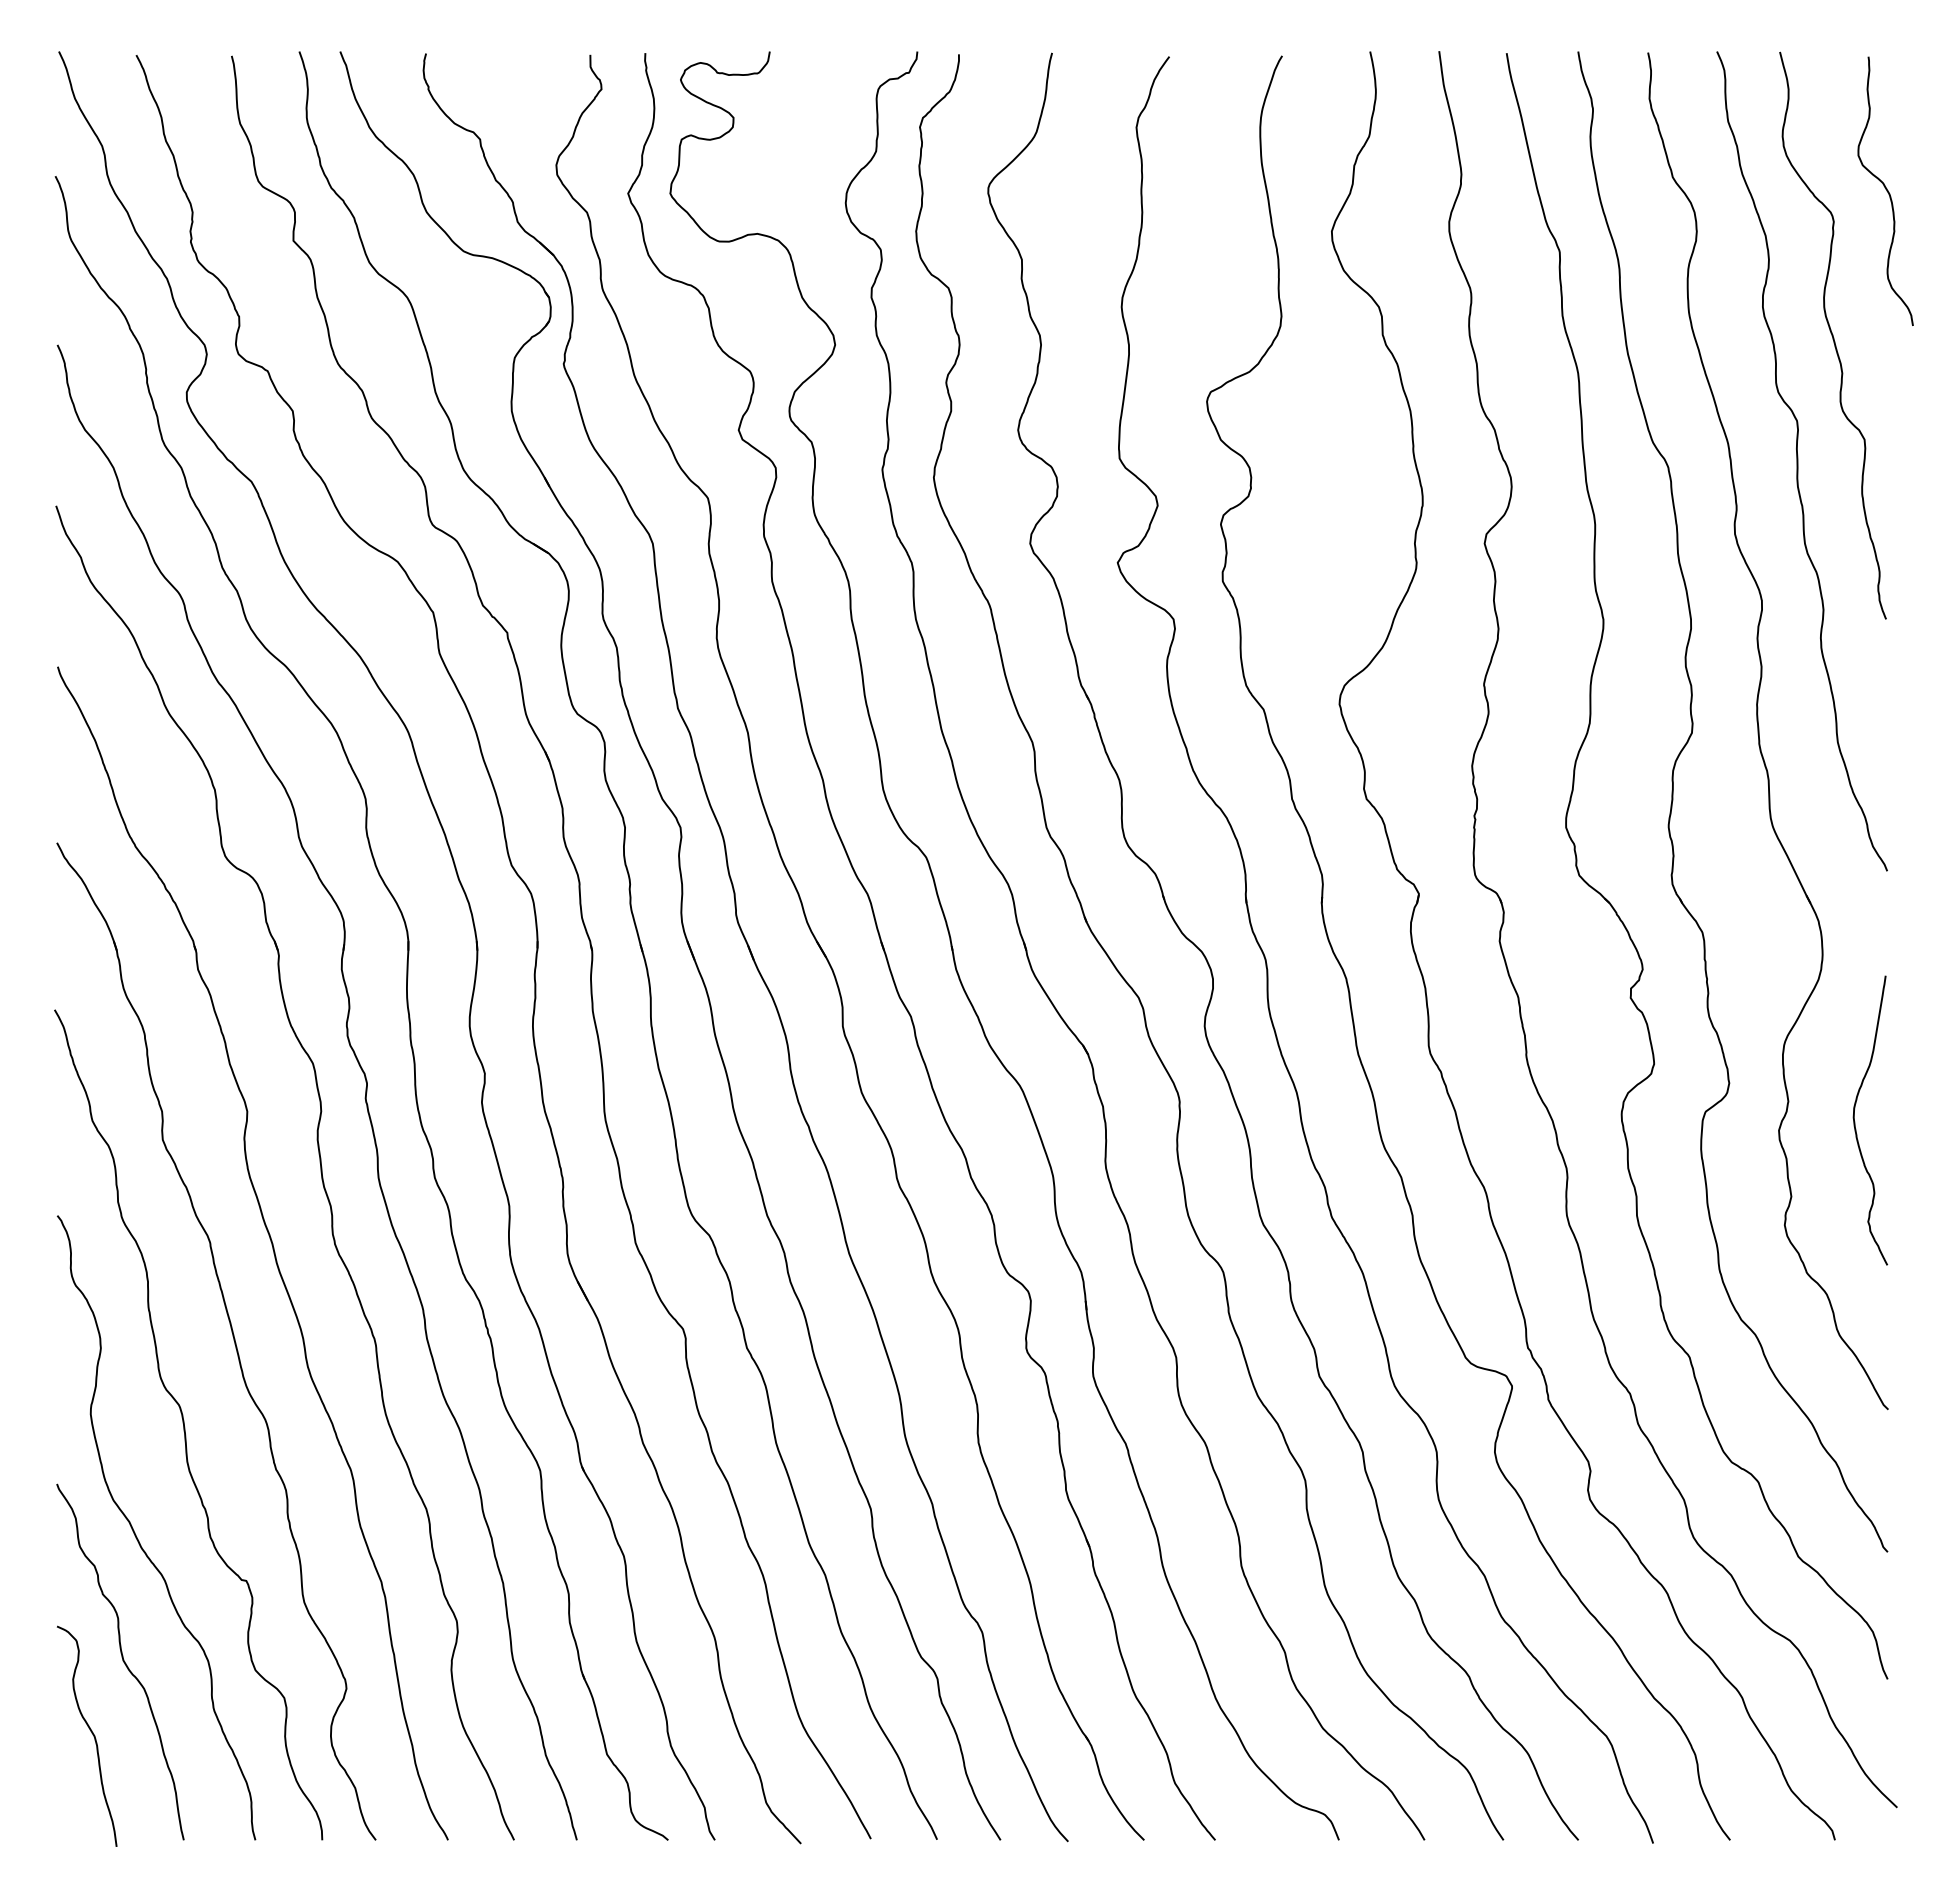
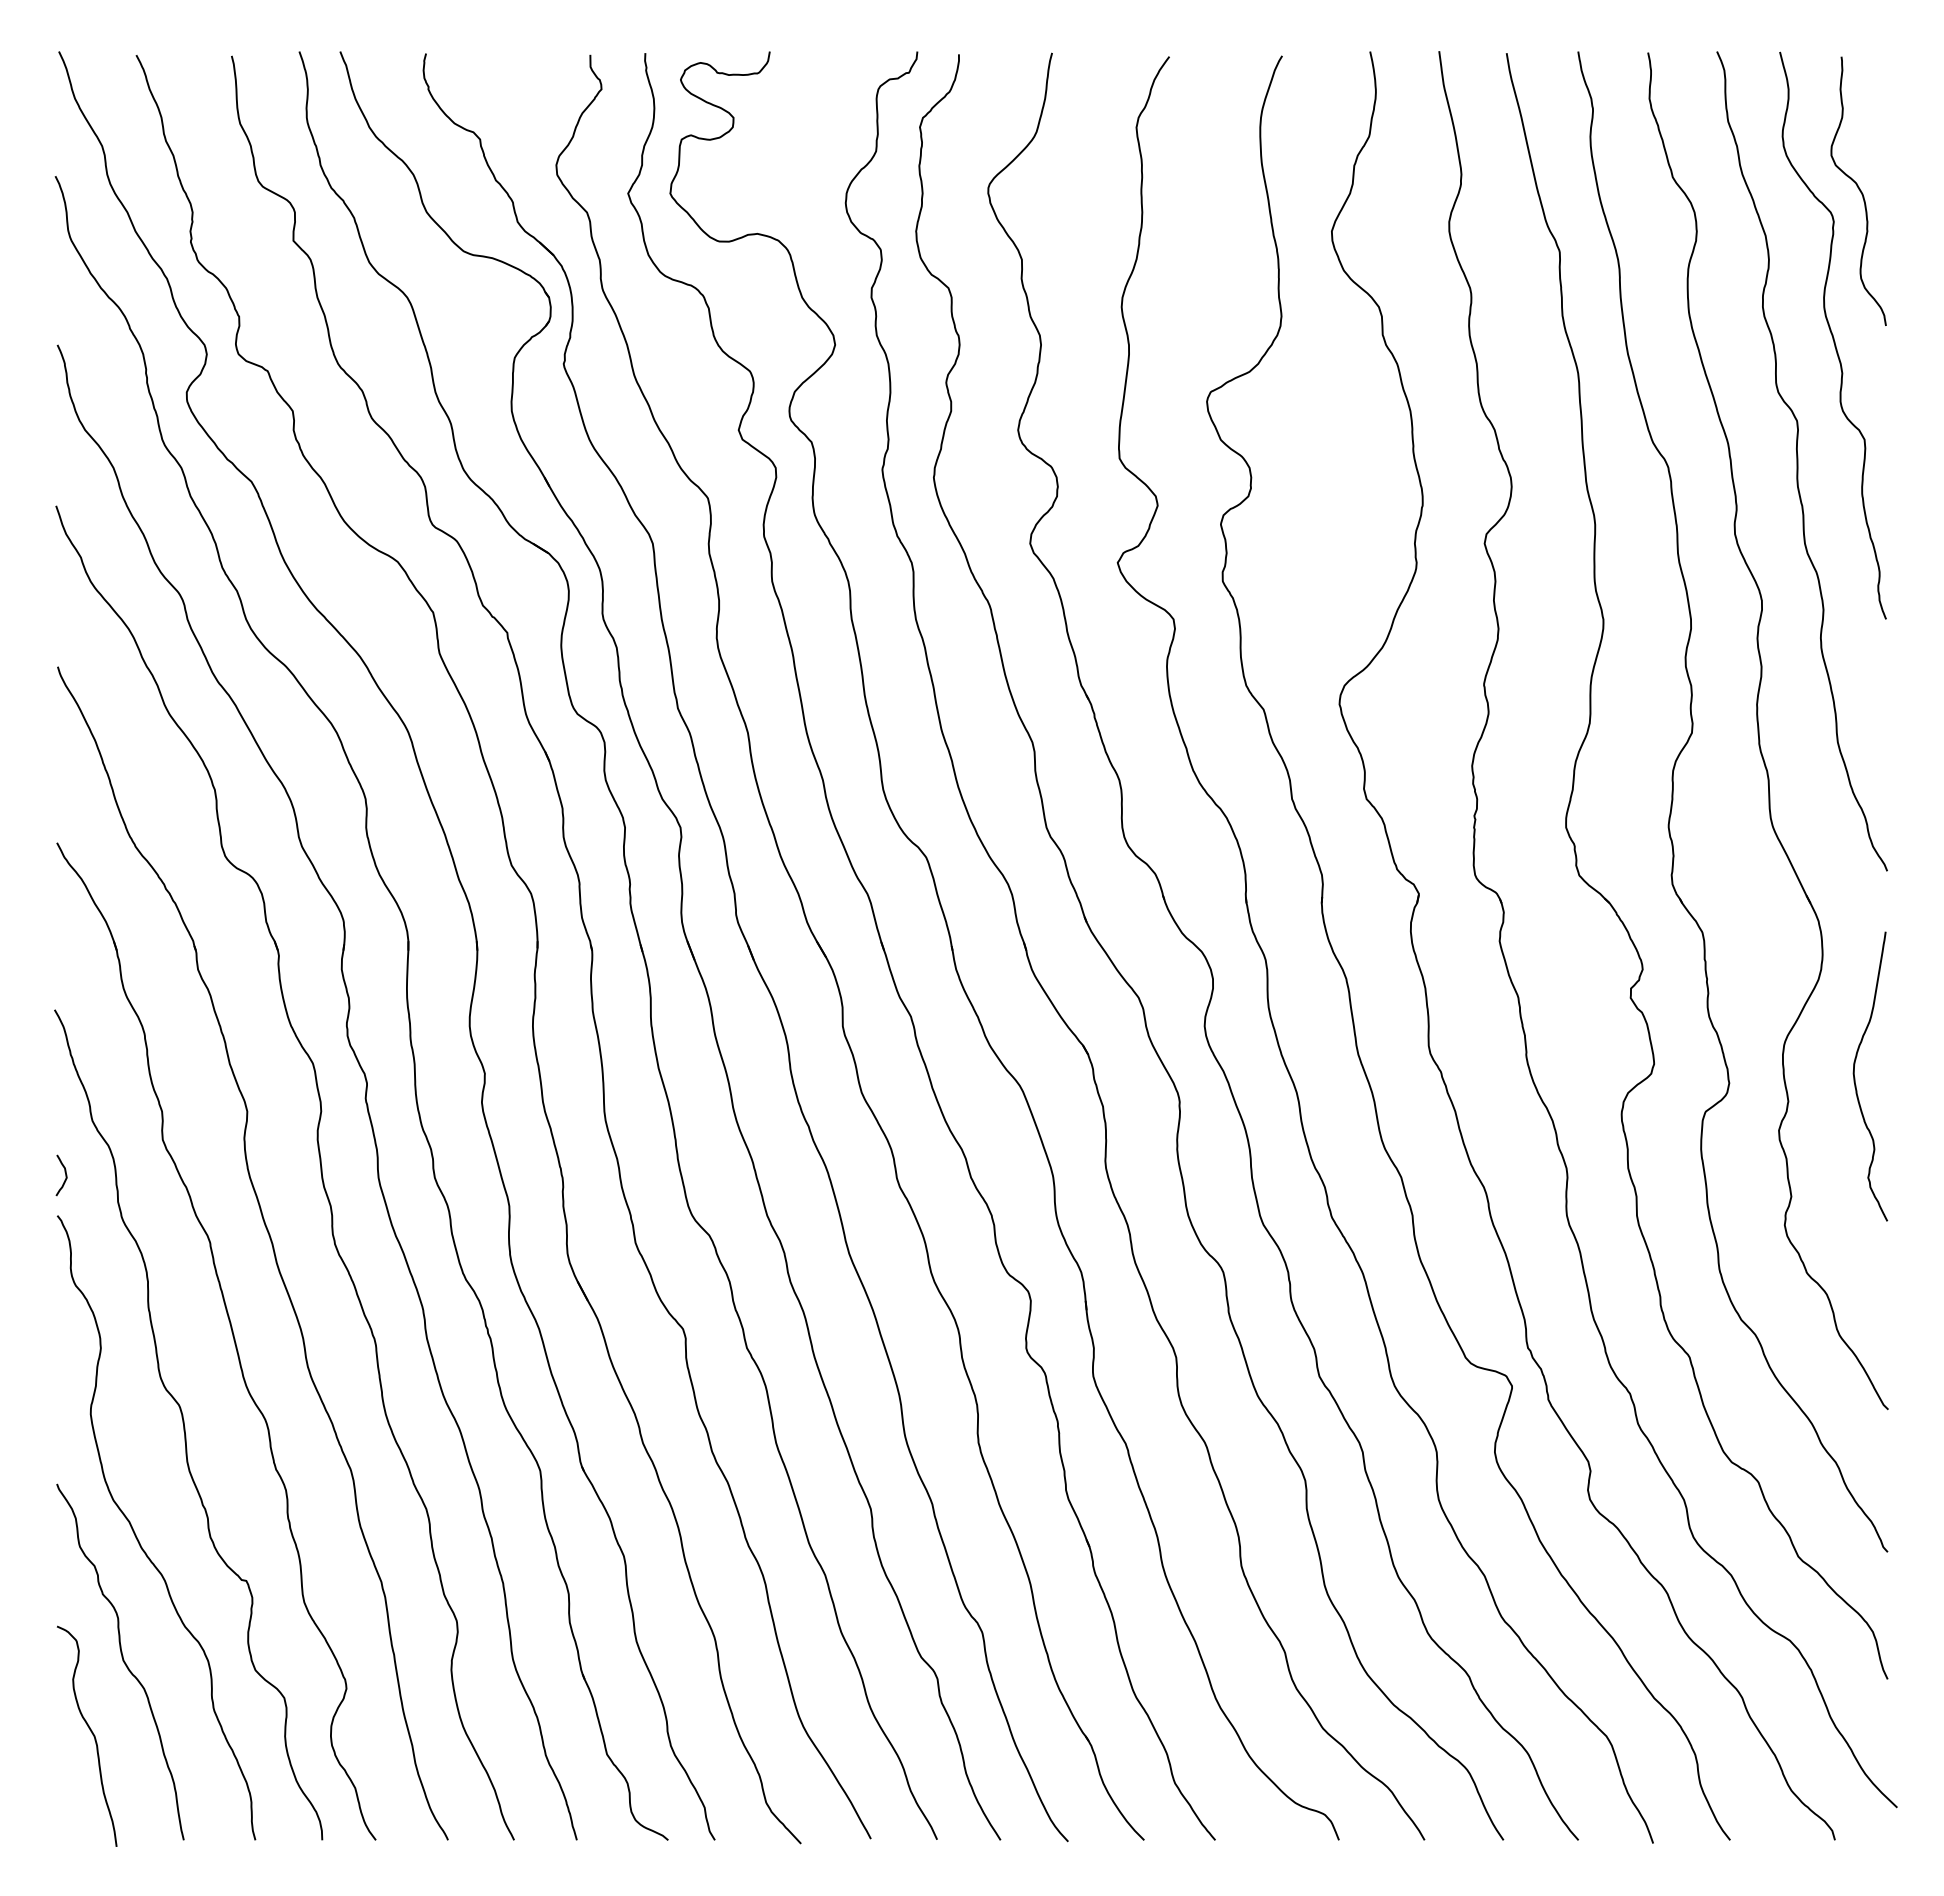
curve at (1885, 189) position: (1885, 189) -> (1858, 189)
curve at (1855, 1121) position: (1855, 1121) -> (1855, 1077)
curve at (65, 1175): none -> present
